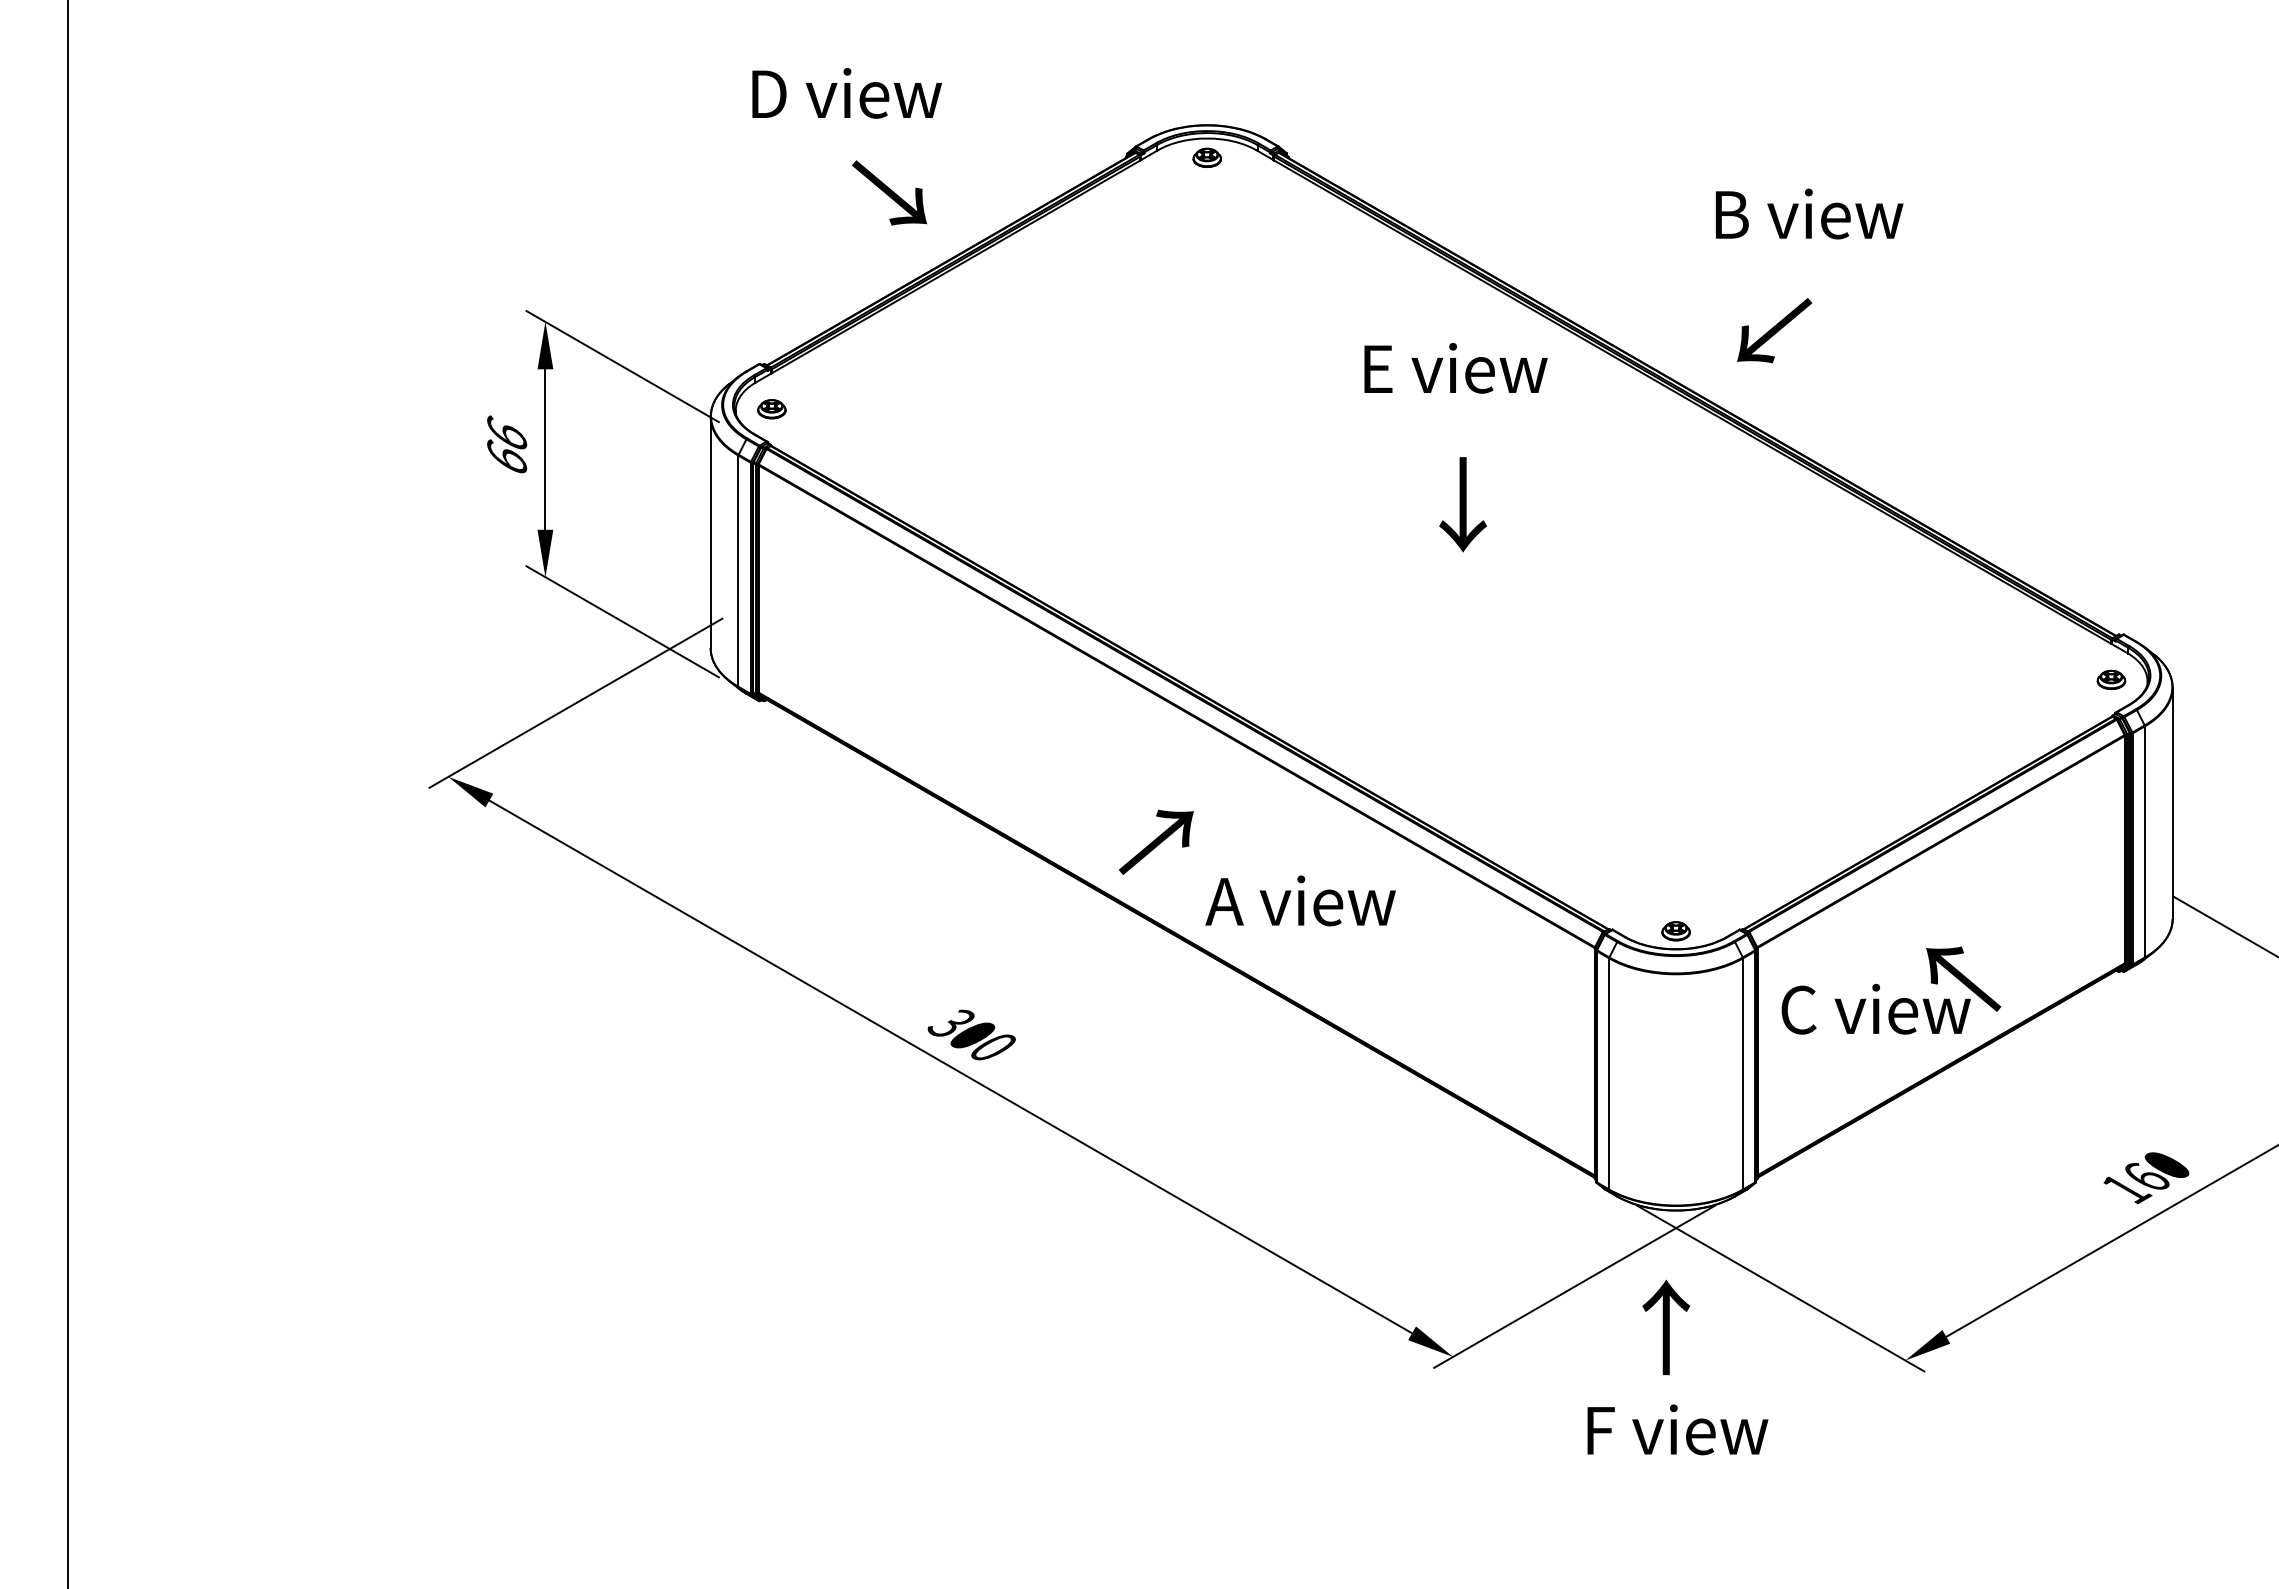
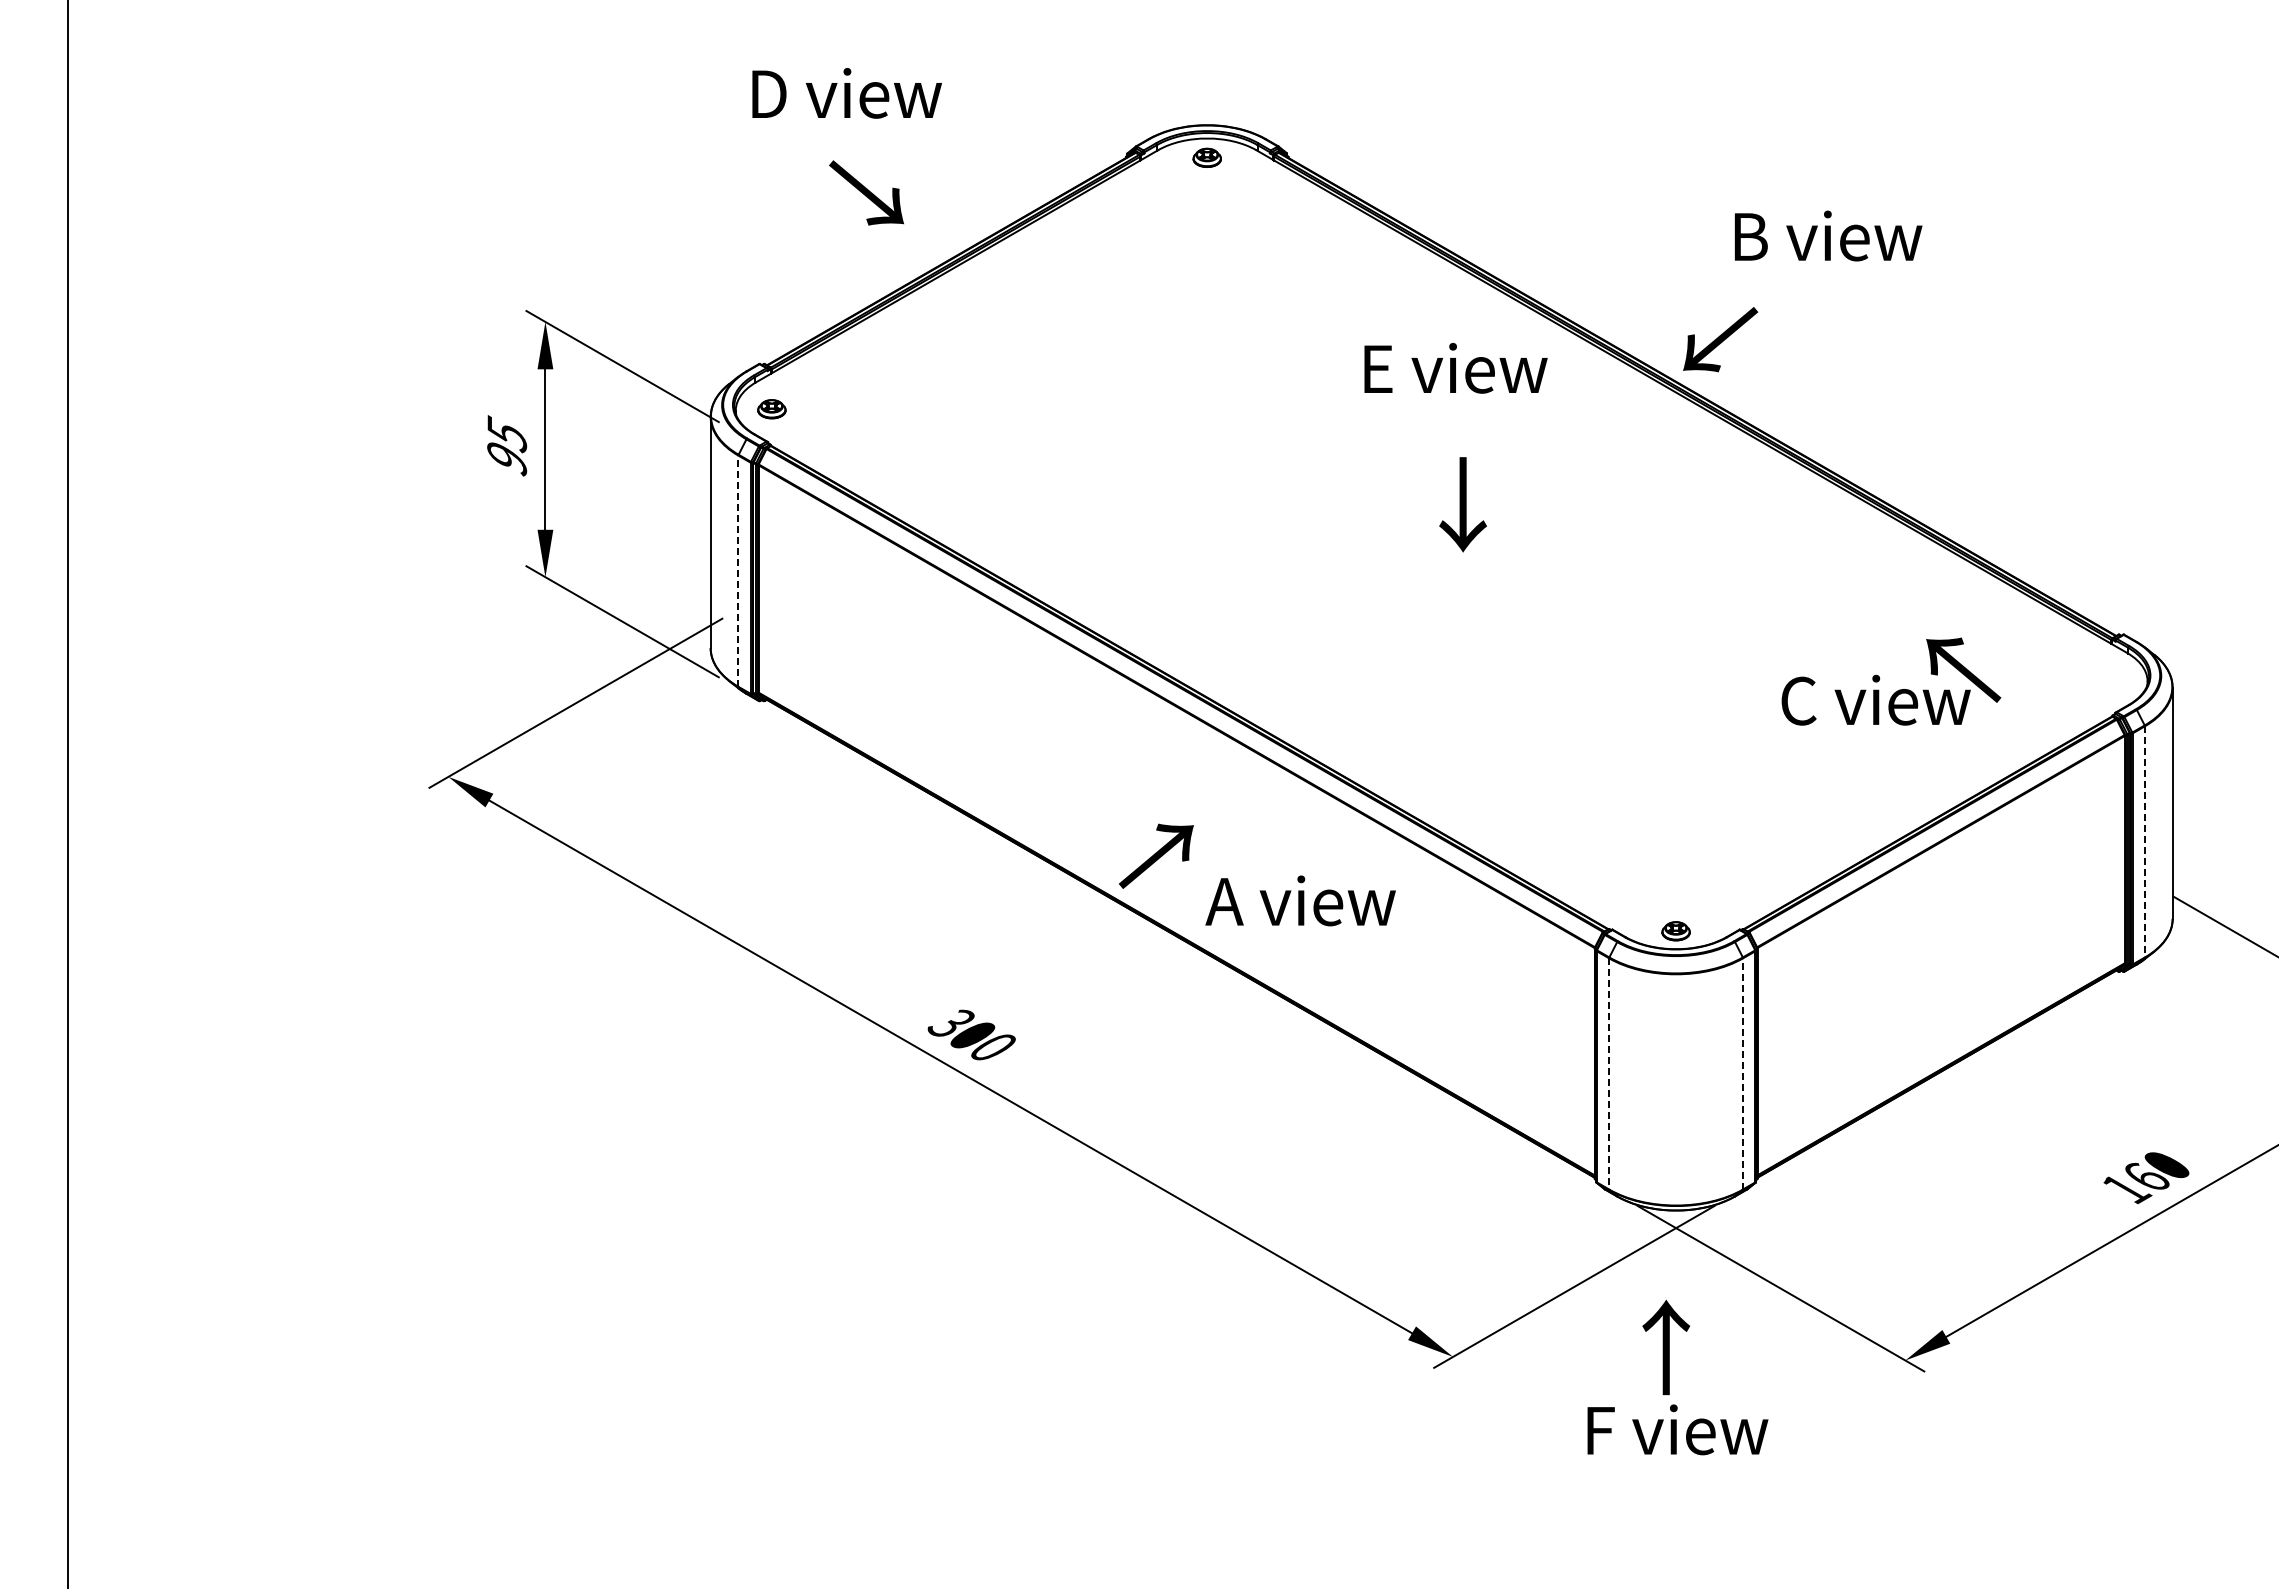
text at (889, 192) position: (889, 192) -> (866, 192)
text at (1809, 213) position: (1809, 213) -> (1828, 235)
text at (1774, 330) position: (1774, 330) -> (1720, 339)
text at (507, 445): 66 -> 95
line at (738, 571): solid -> dashed
part at (2111, 679): present -> none
text at (1156, 841) position: (1156, 841) -> (1156, 855)
line at (2144, 841): solid -> dashed
text at (1891, 990) position: (1891, 990) -> (1891, 681)
line at (1609, 1073): solid -> dashed
line at (1743, 1073): solid -> dashed
text at (1665, 1327) position: (1665, 1327) -> (1665, 1347)
